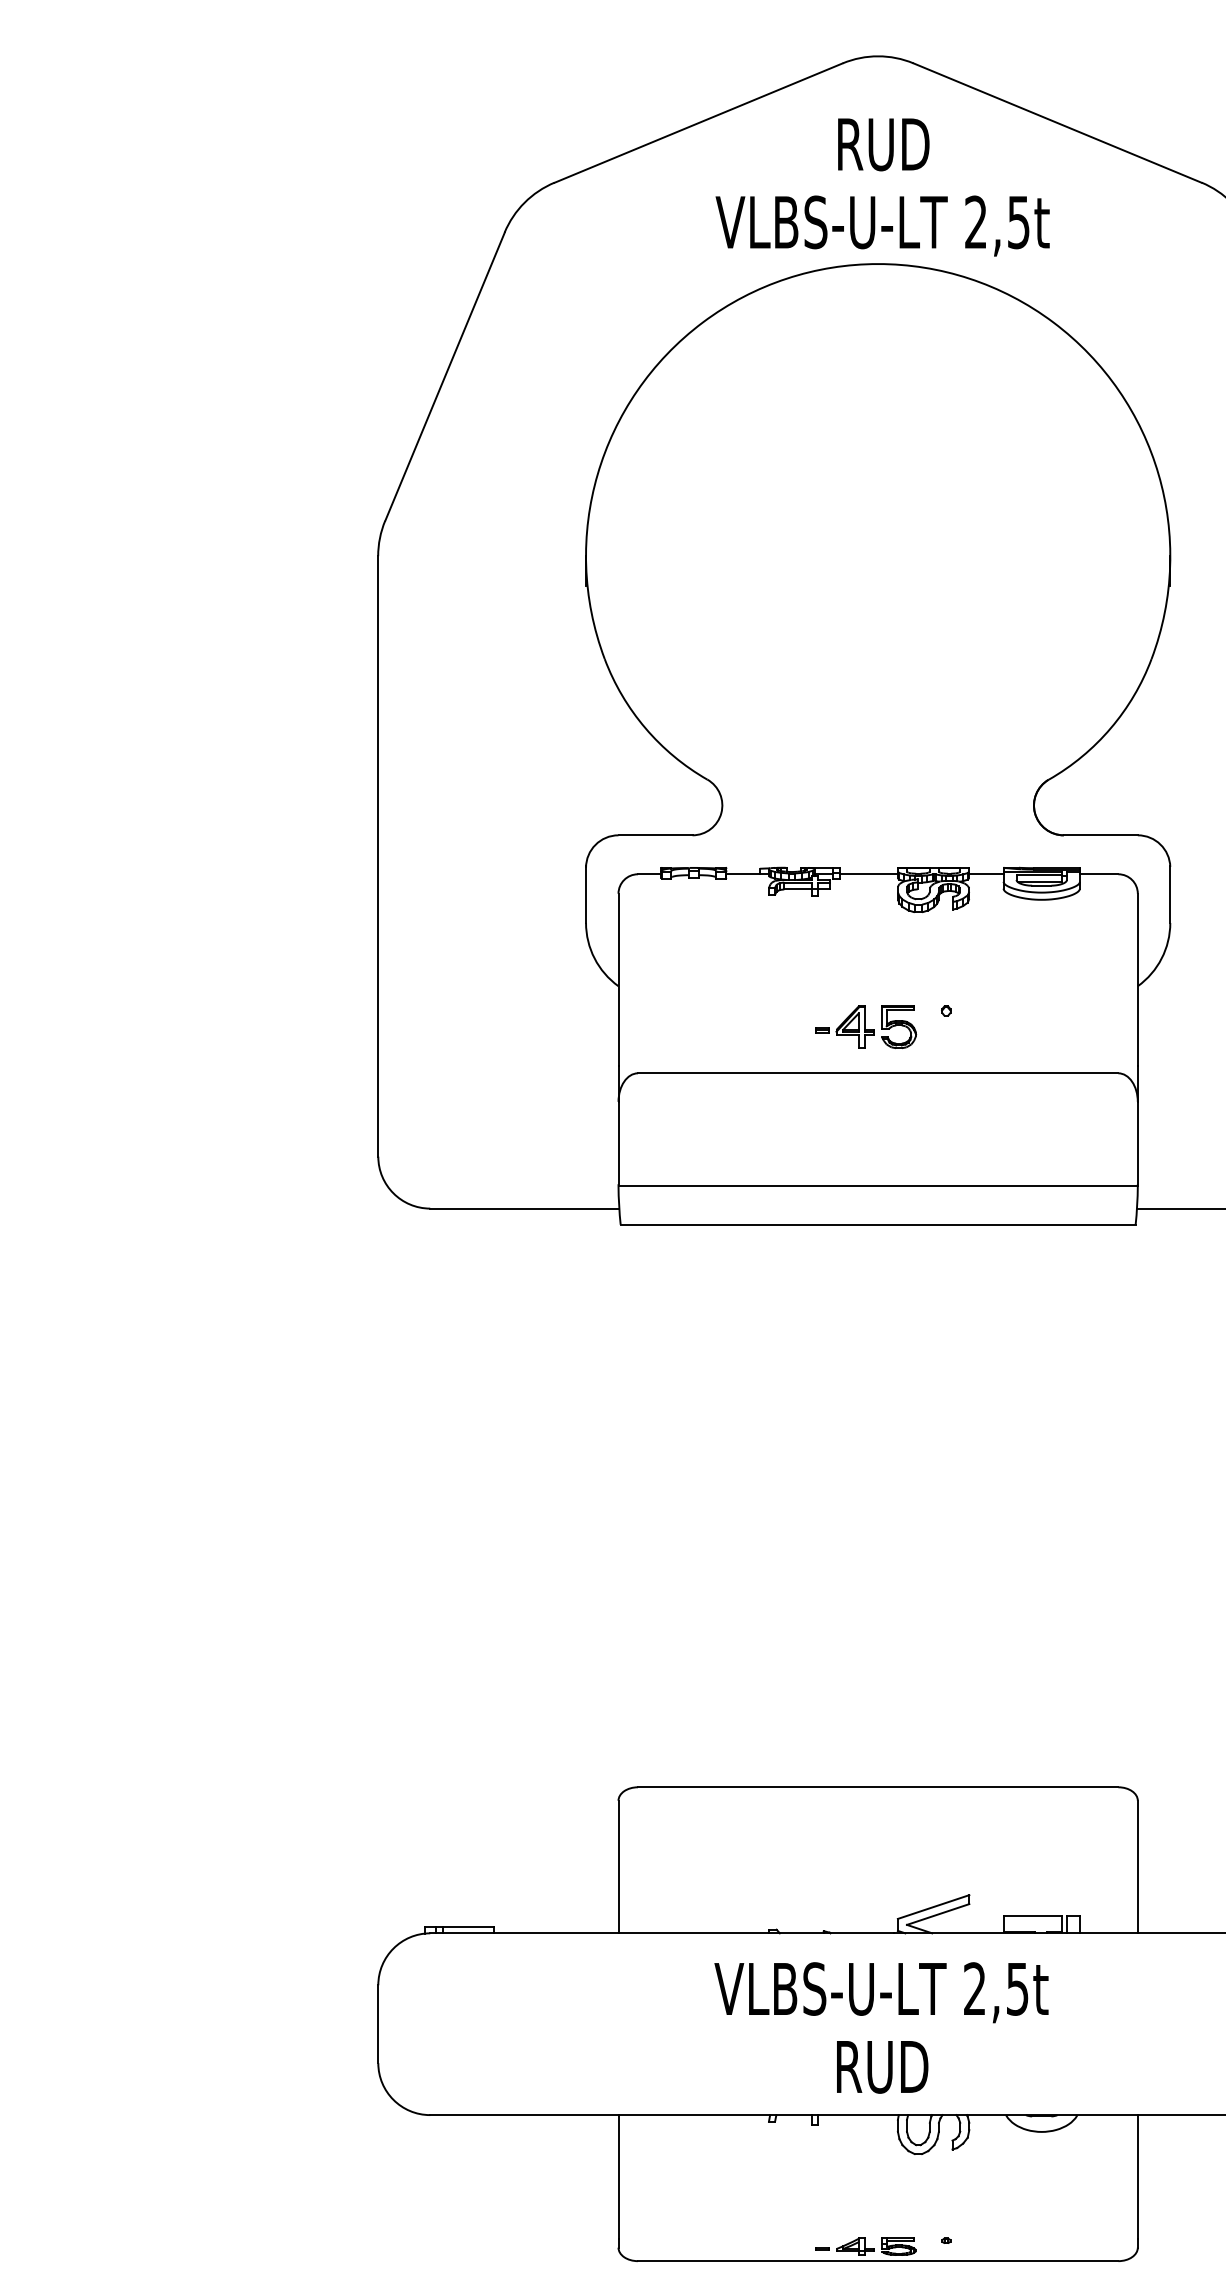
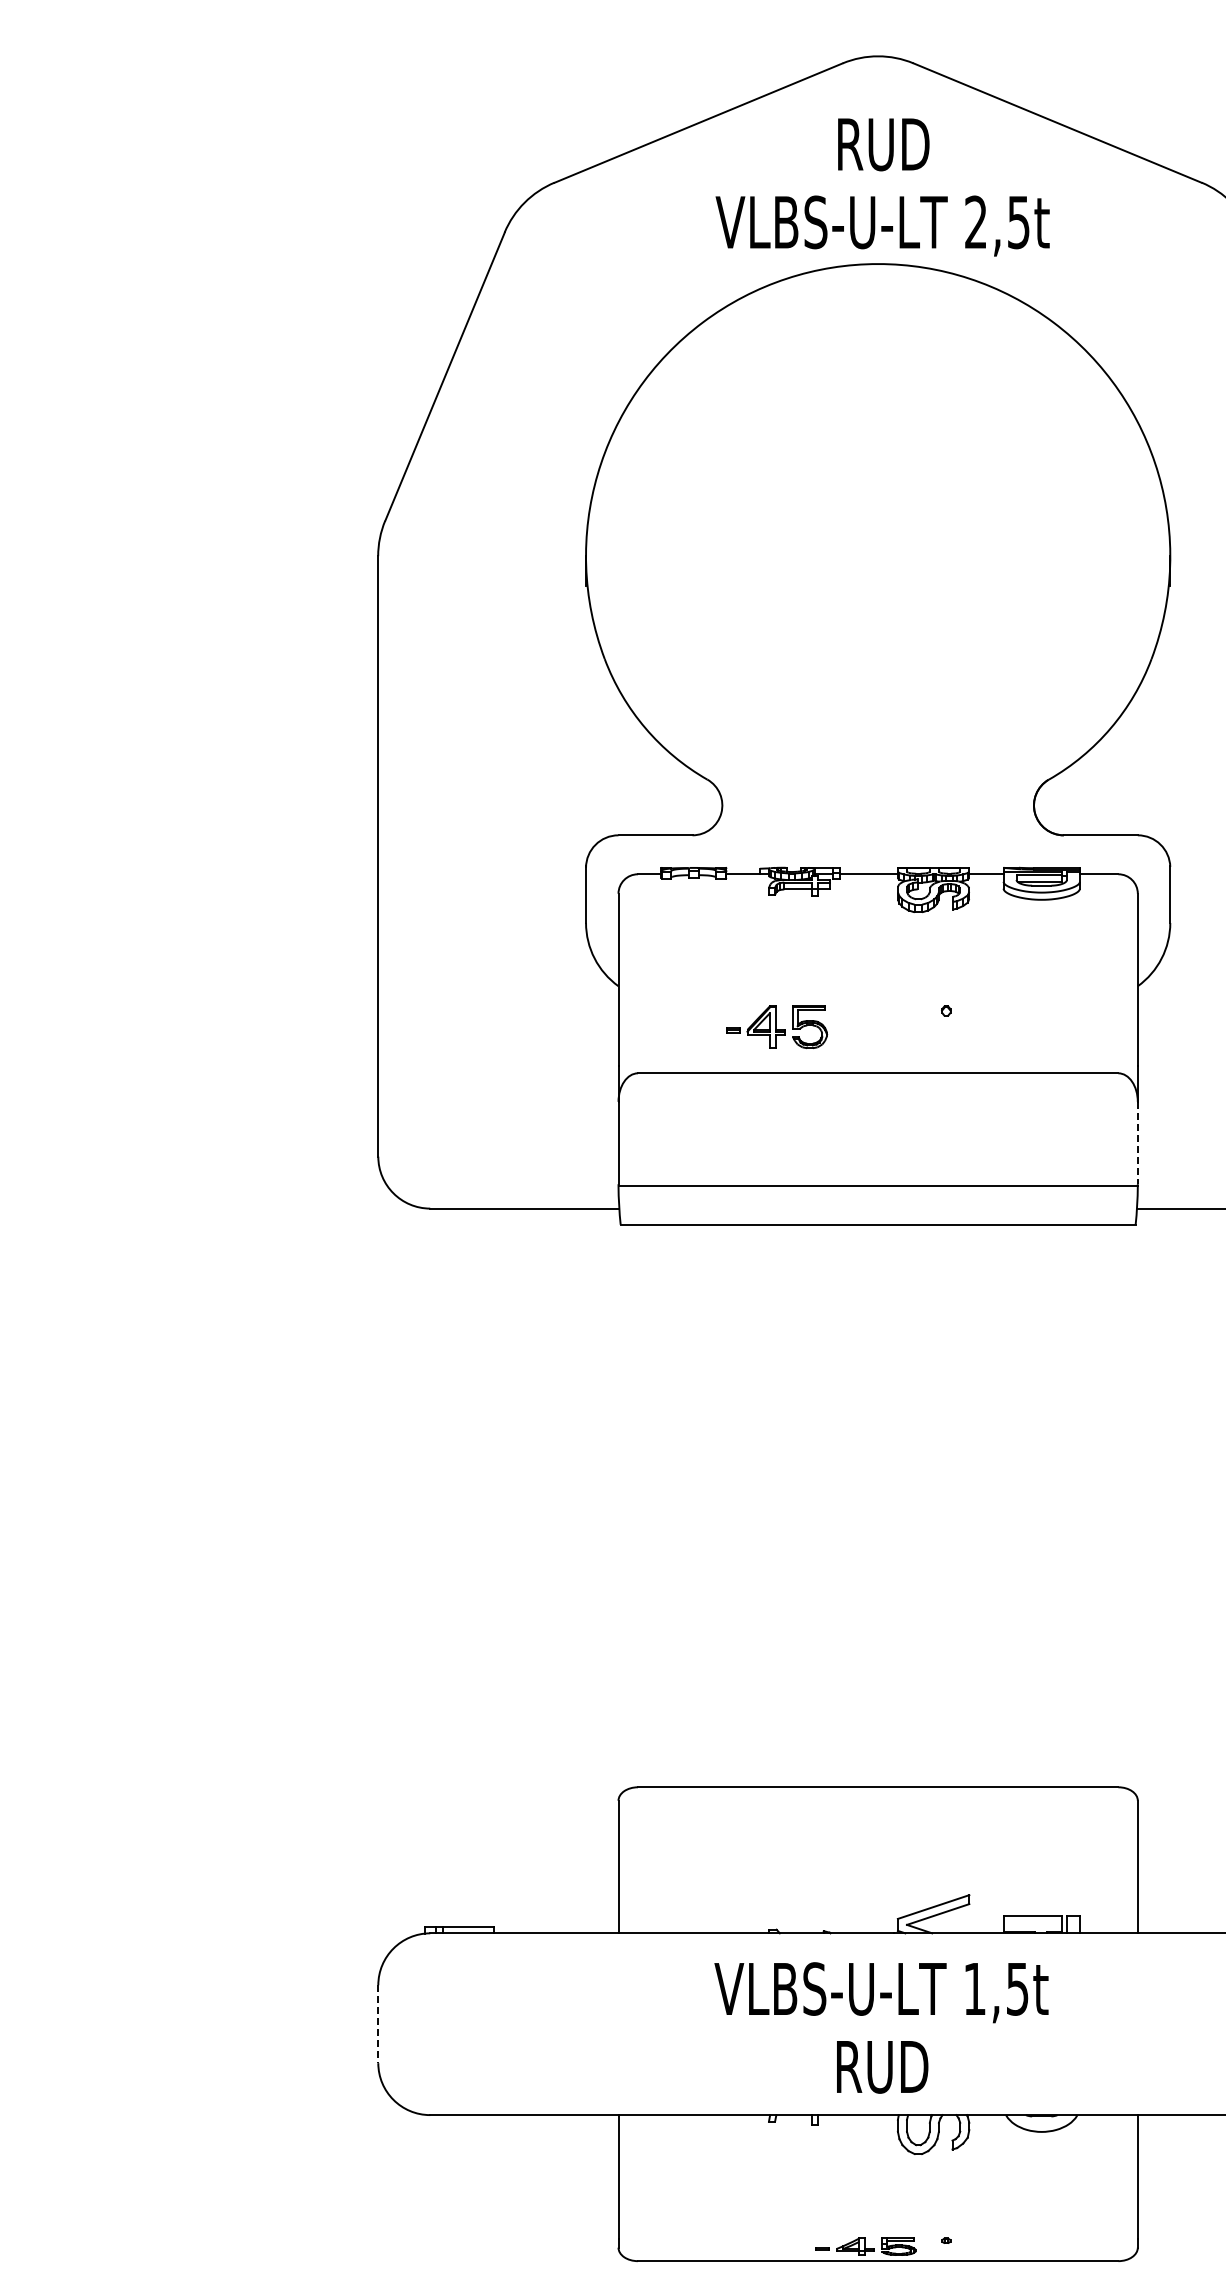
part at (866, 1026) position: (866, 1026) -> (777, 1026)
line at (1137, 1143): solid -> dashed
text at (974, 1988): 2,5t -> 1,5t
line at (378, 2024): solid -> dashed
